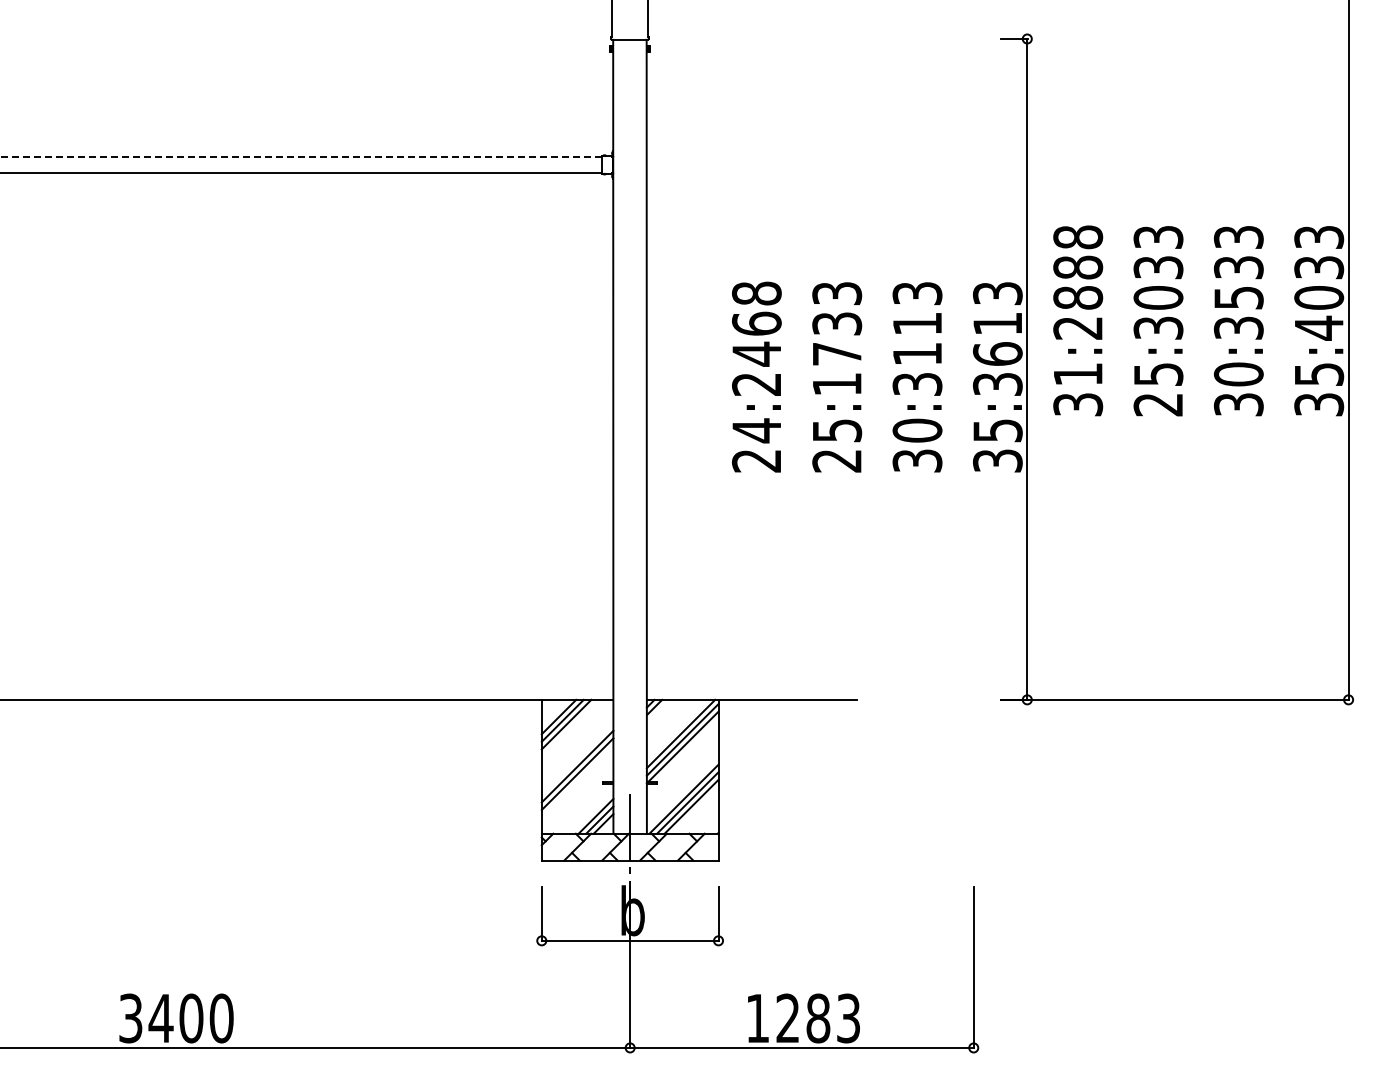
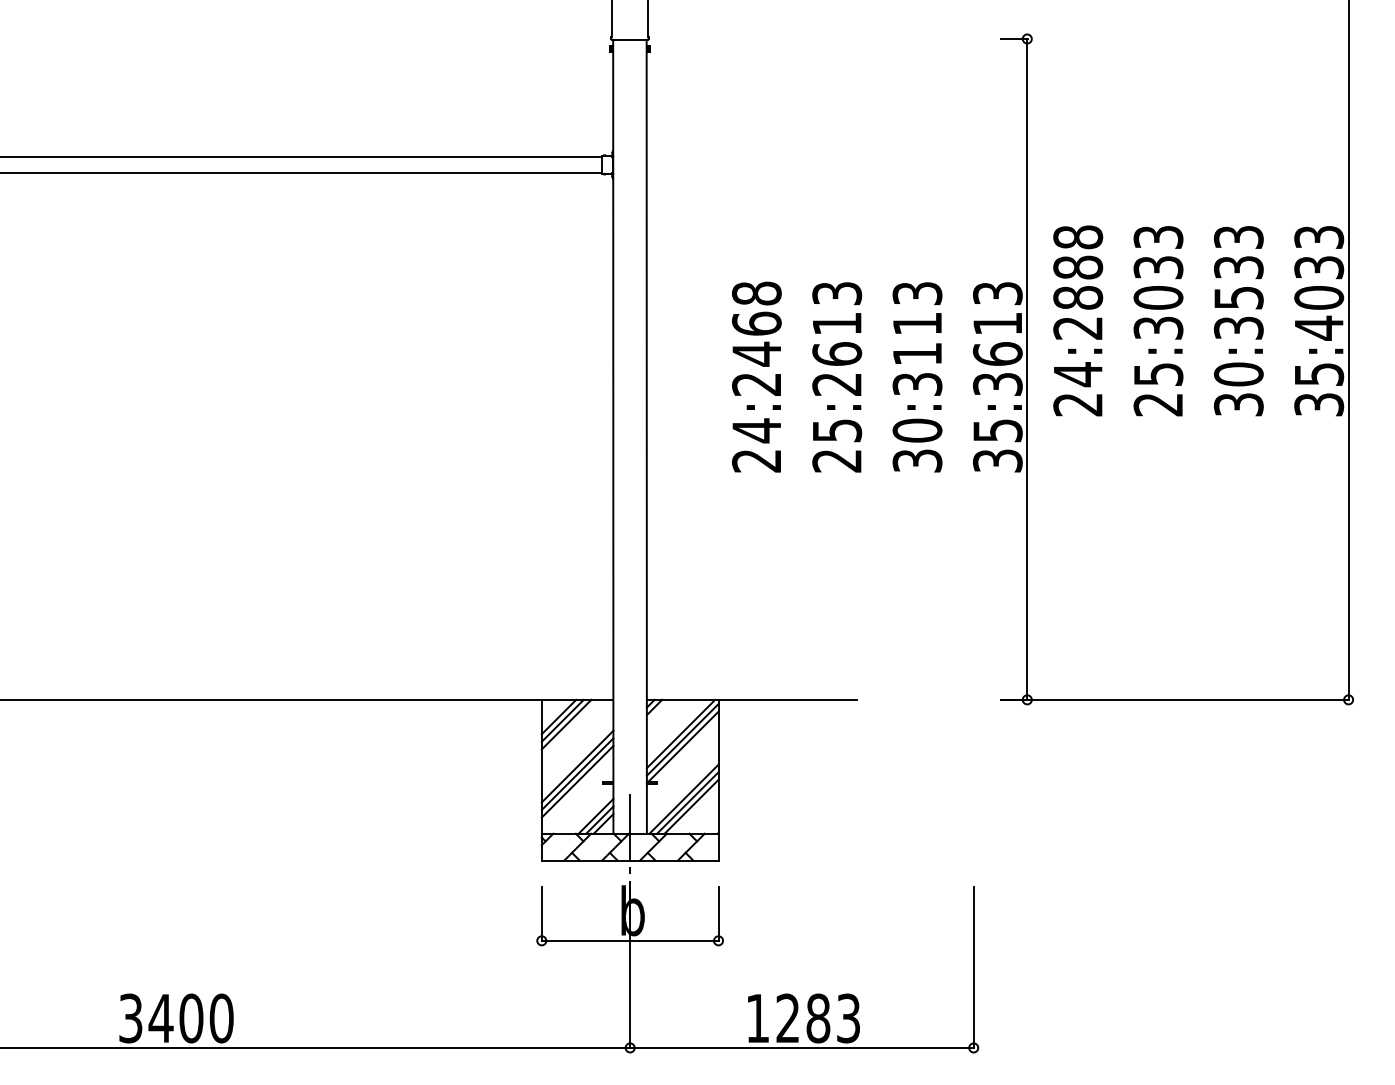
line at (301, 156): dashed -> solid
text at (837, 353): 25:1733 -> 25:2613
text at (1078, 389): 31:2888 -> 24:2888
line at (577, 781): none -> present
